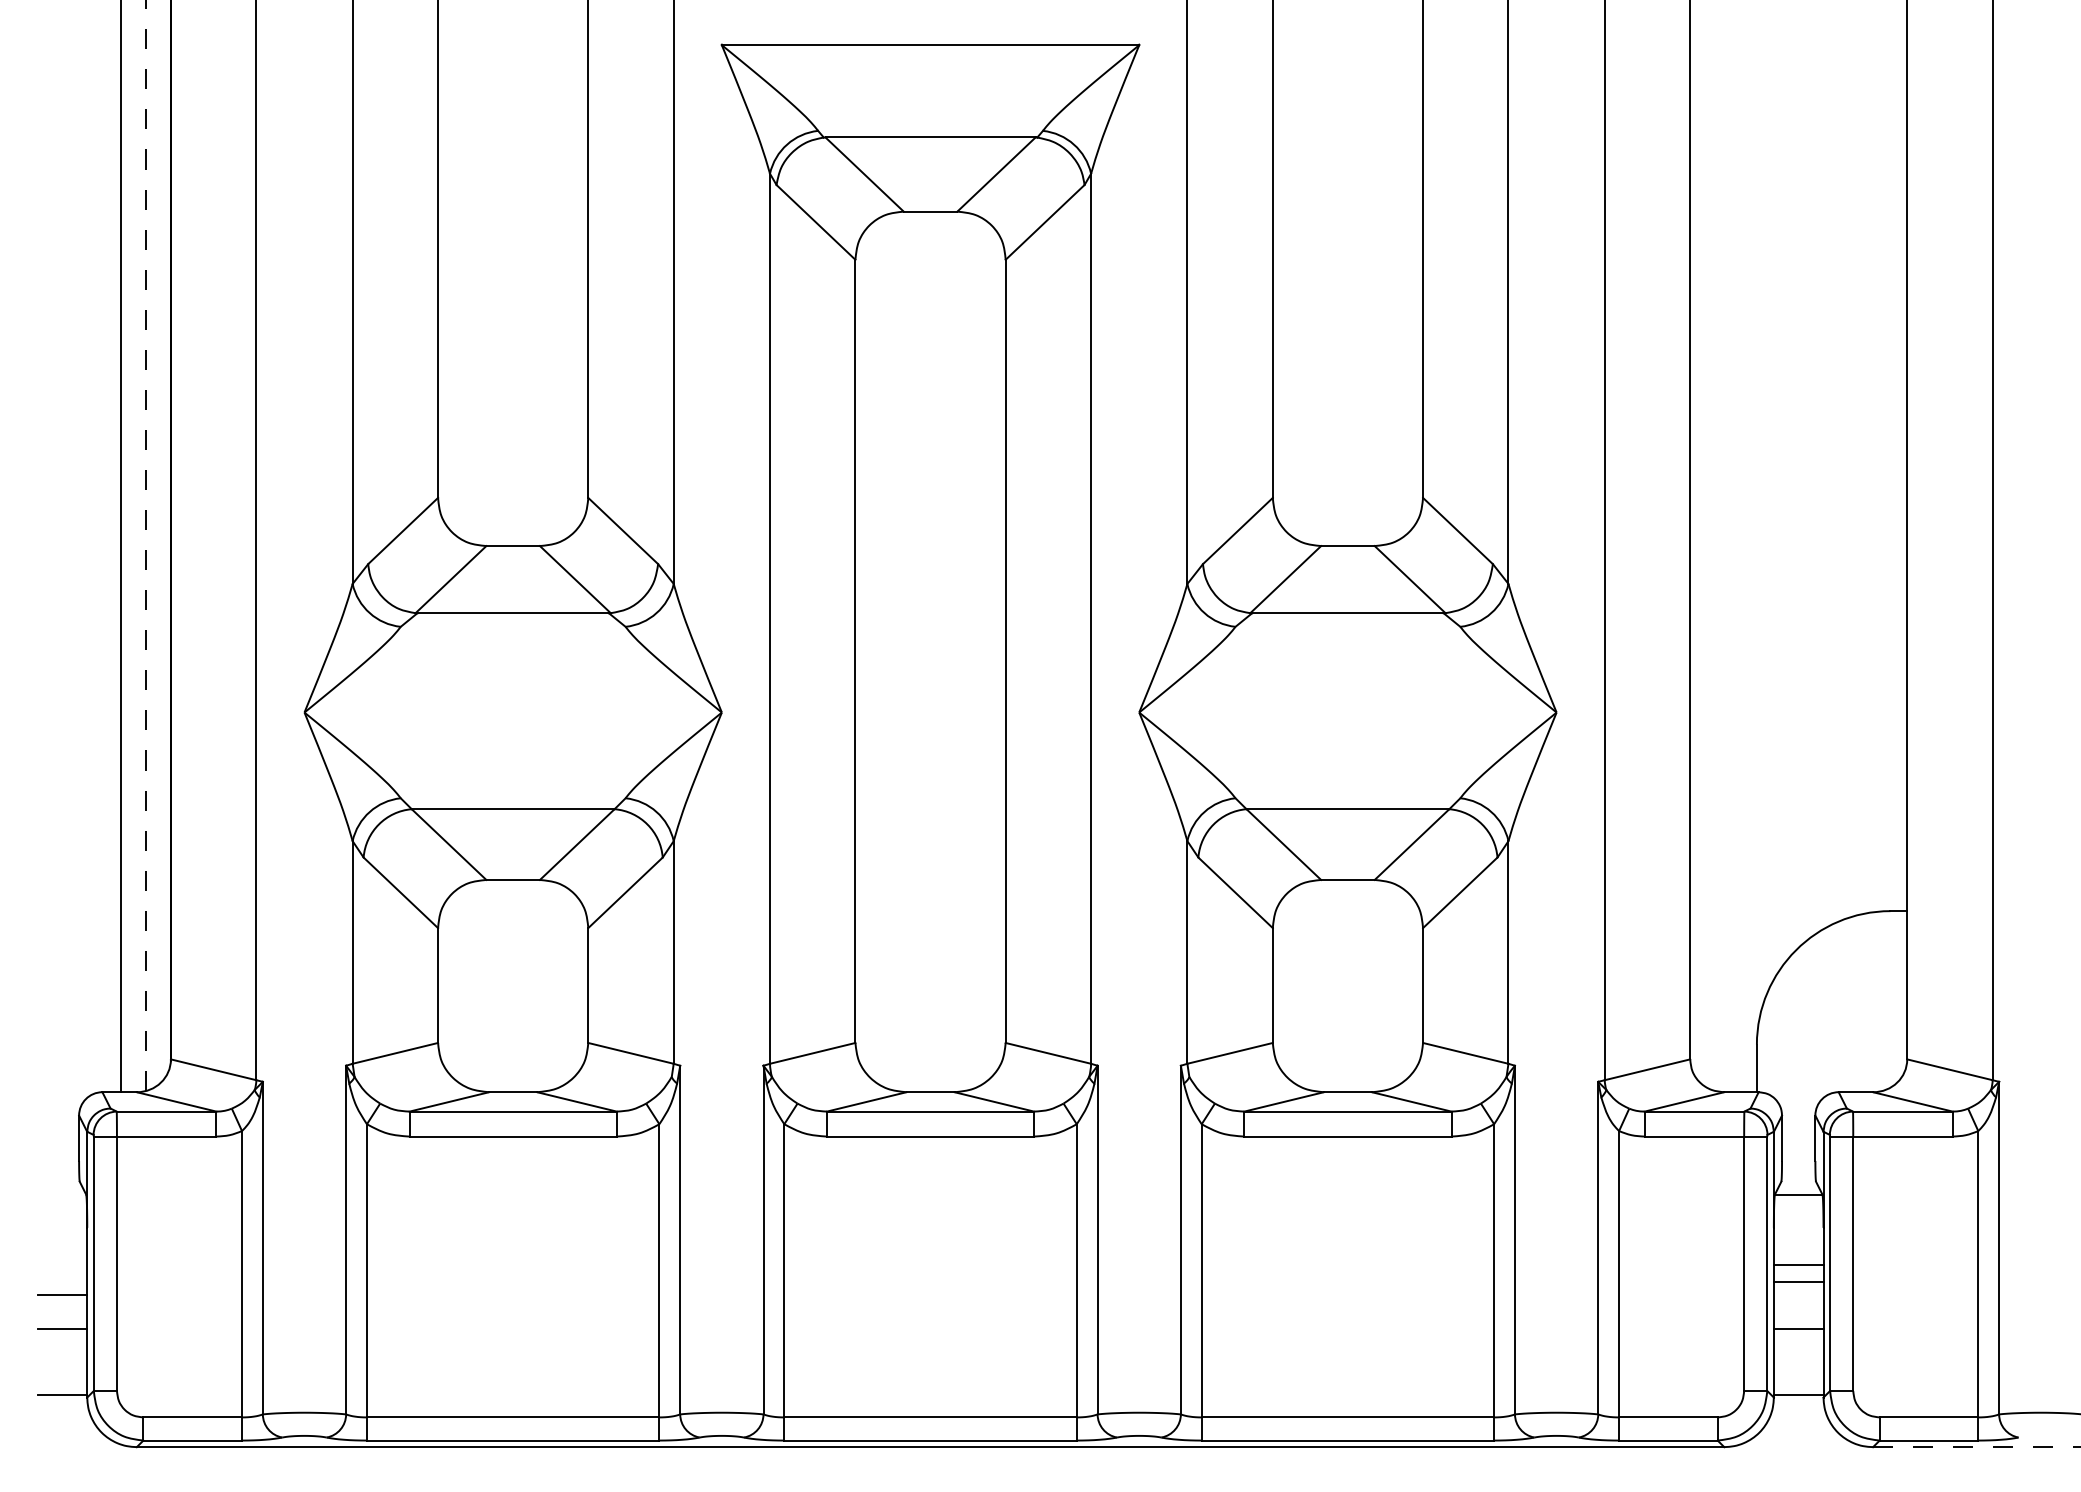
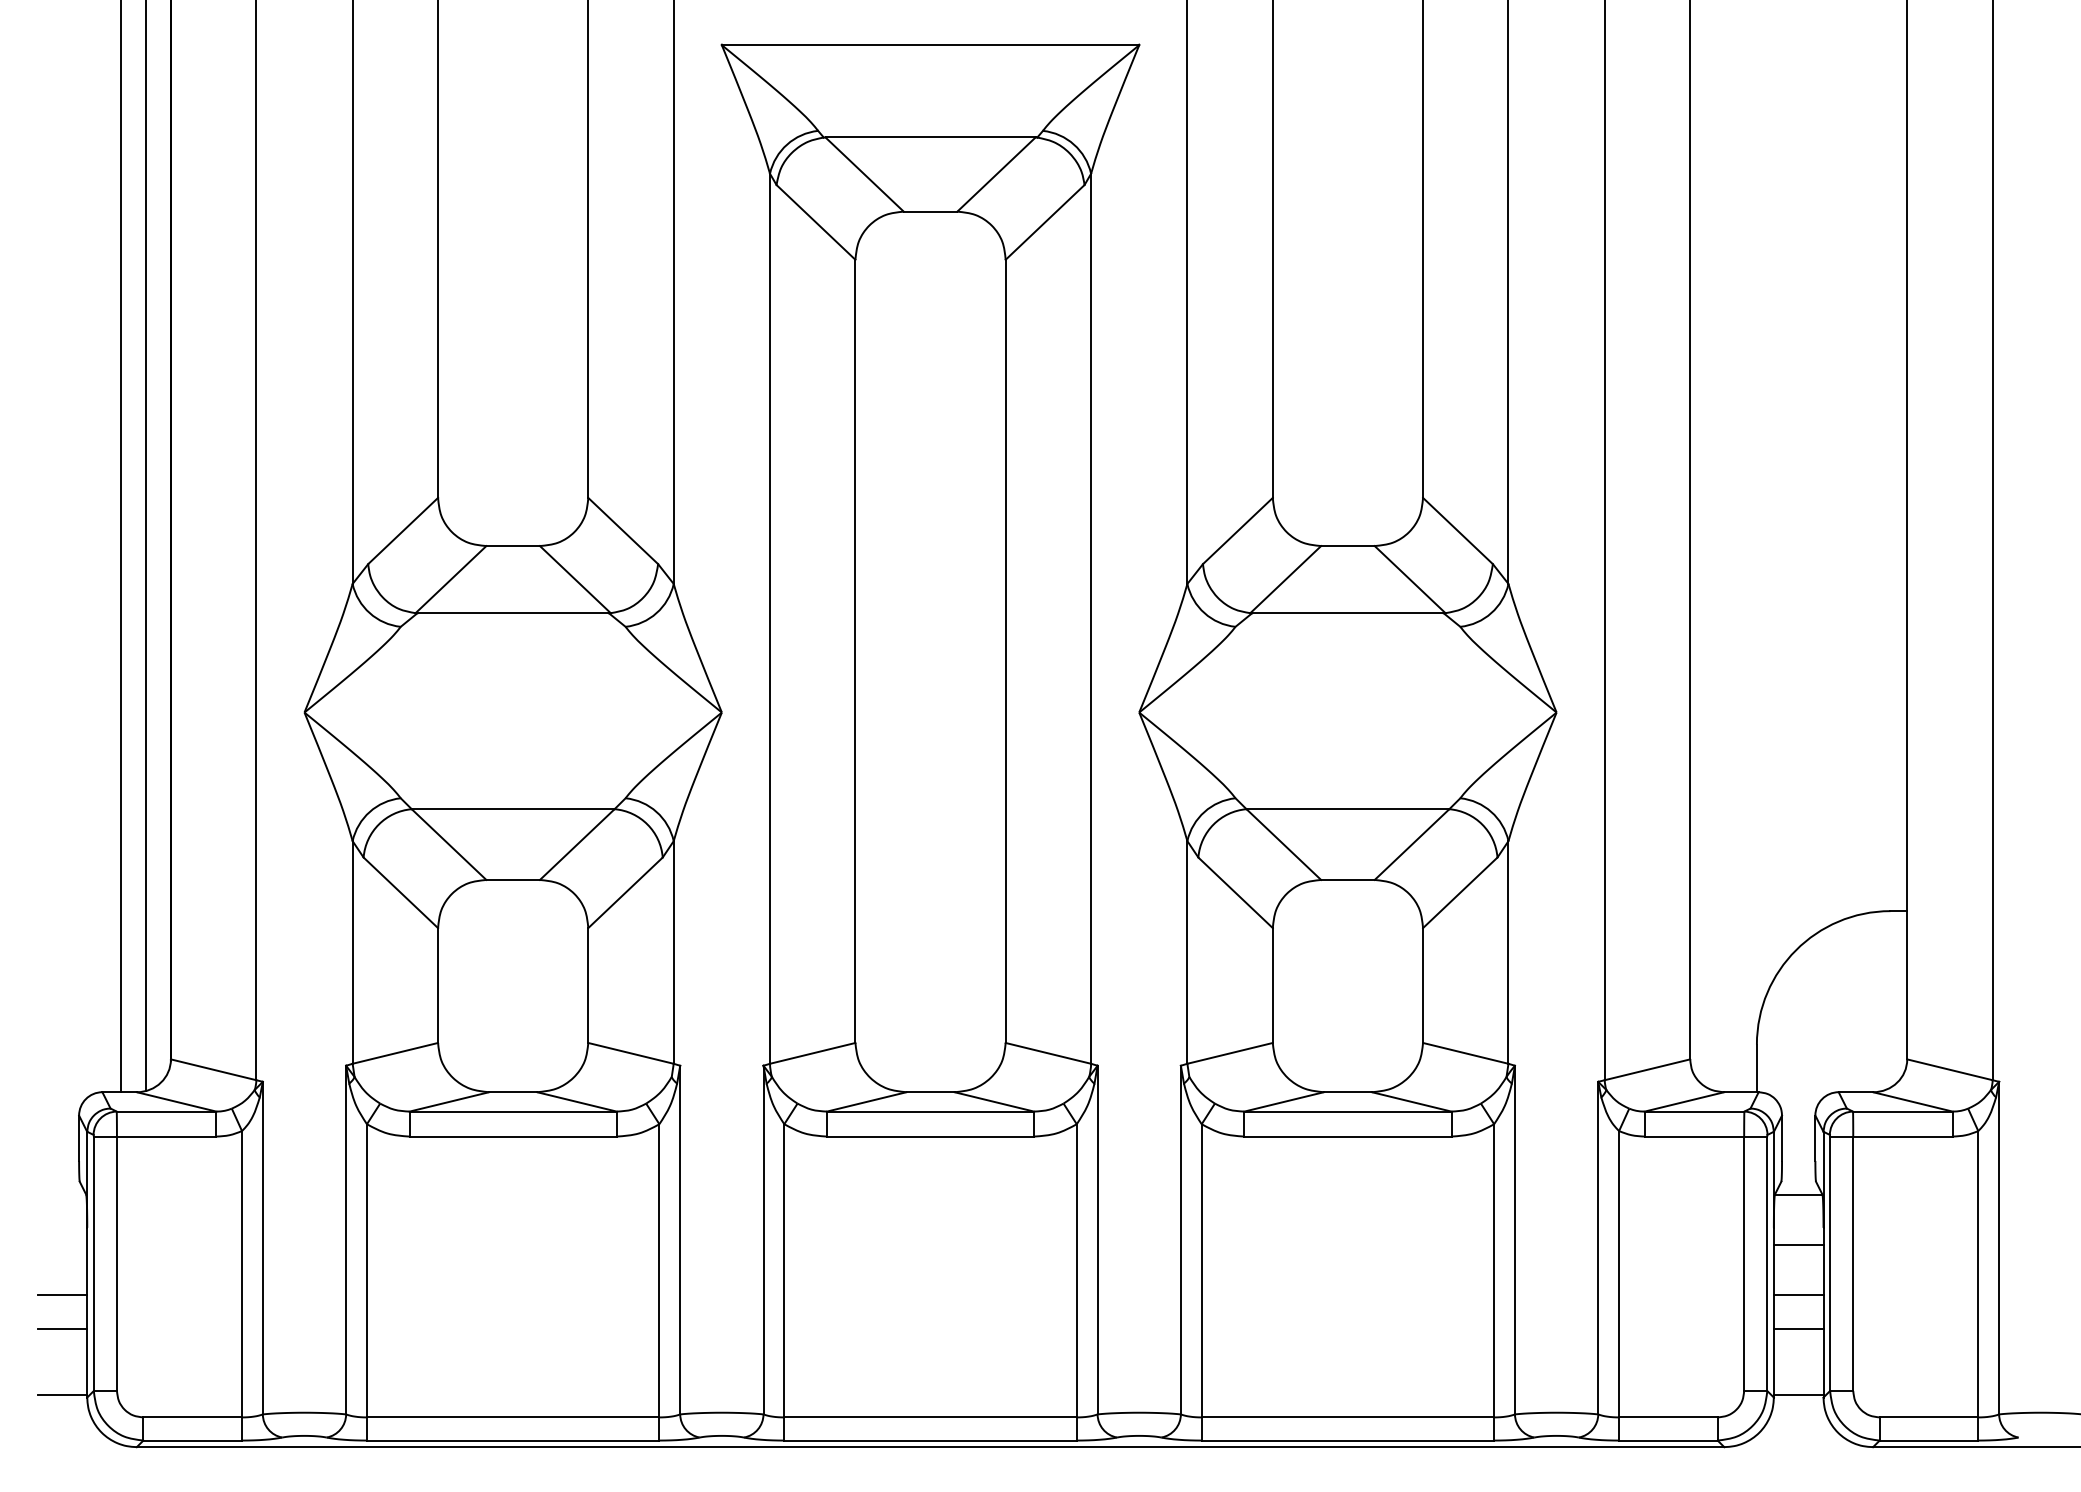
line at (145, 545): dashed -> solid
line at (1798, 1265) position: (1798, 1265) -> (1798, 1245)
line at (1798, 1282) position: (1798, 1282) -> (1798, 1295)
line at (1977, 1447): dashed -> solid
